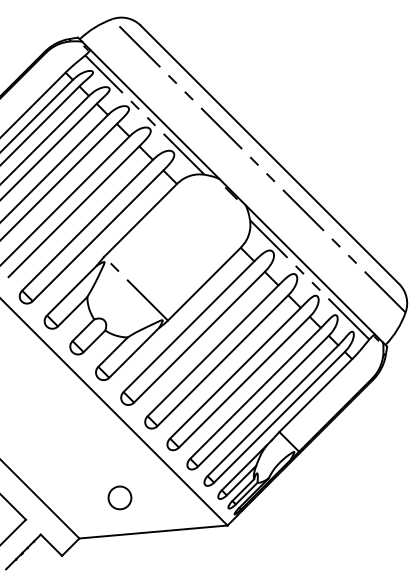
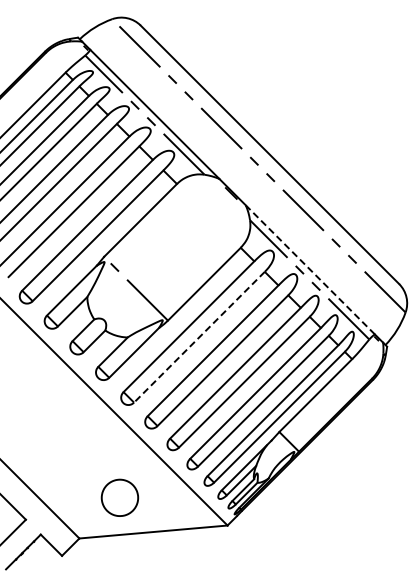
line at (310, 269): solid -> dashed
line at (199, 337): solid -> dashed
part at (119, 497) size: 26x26 px -> 40x39 px
